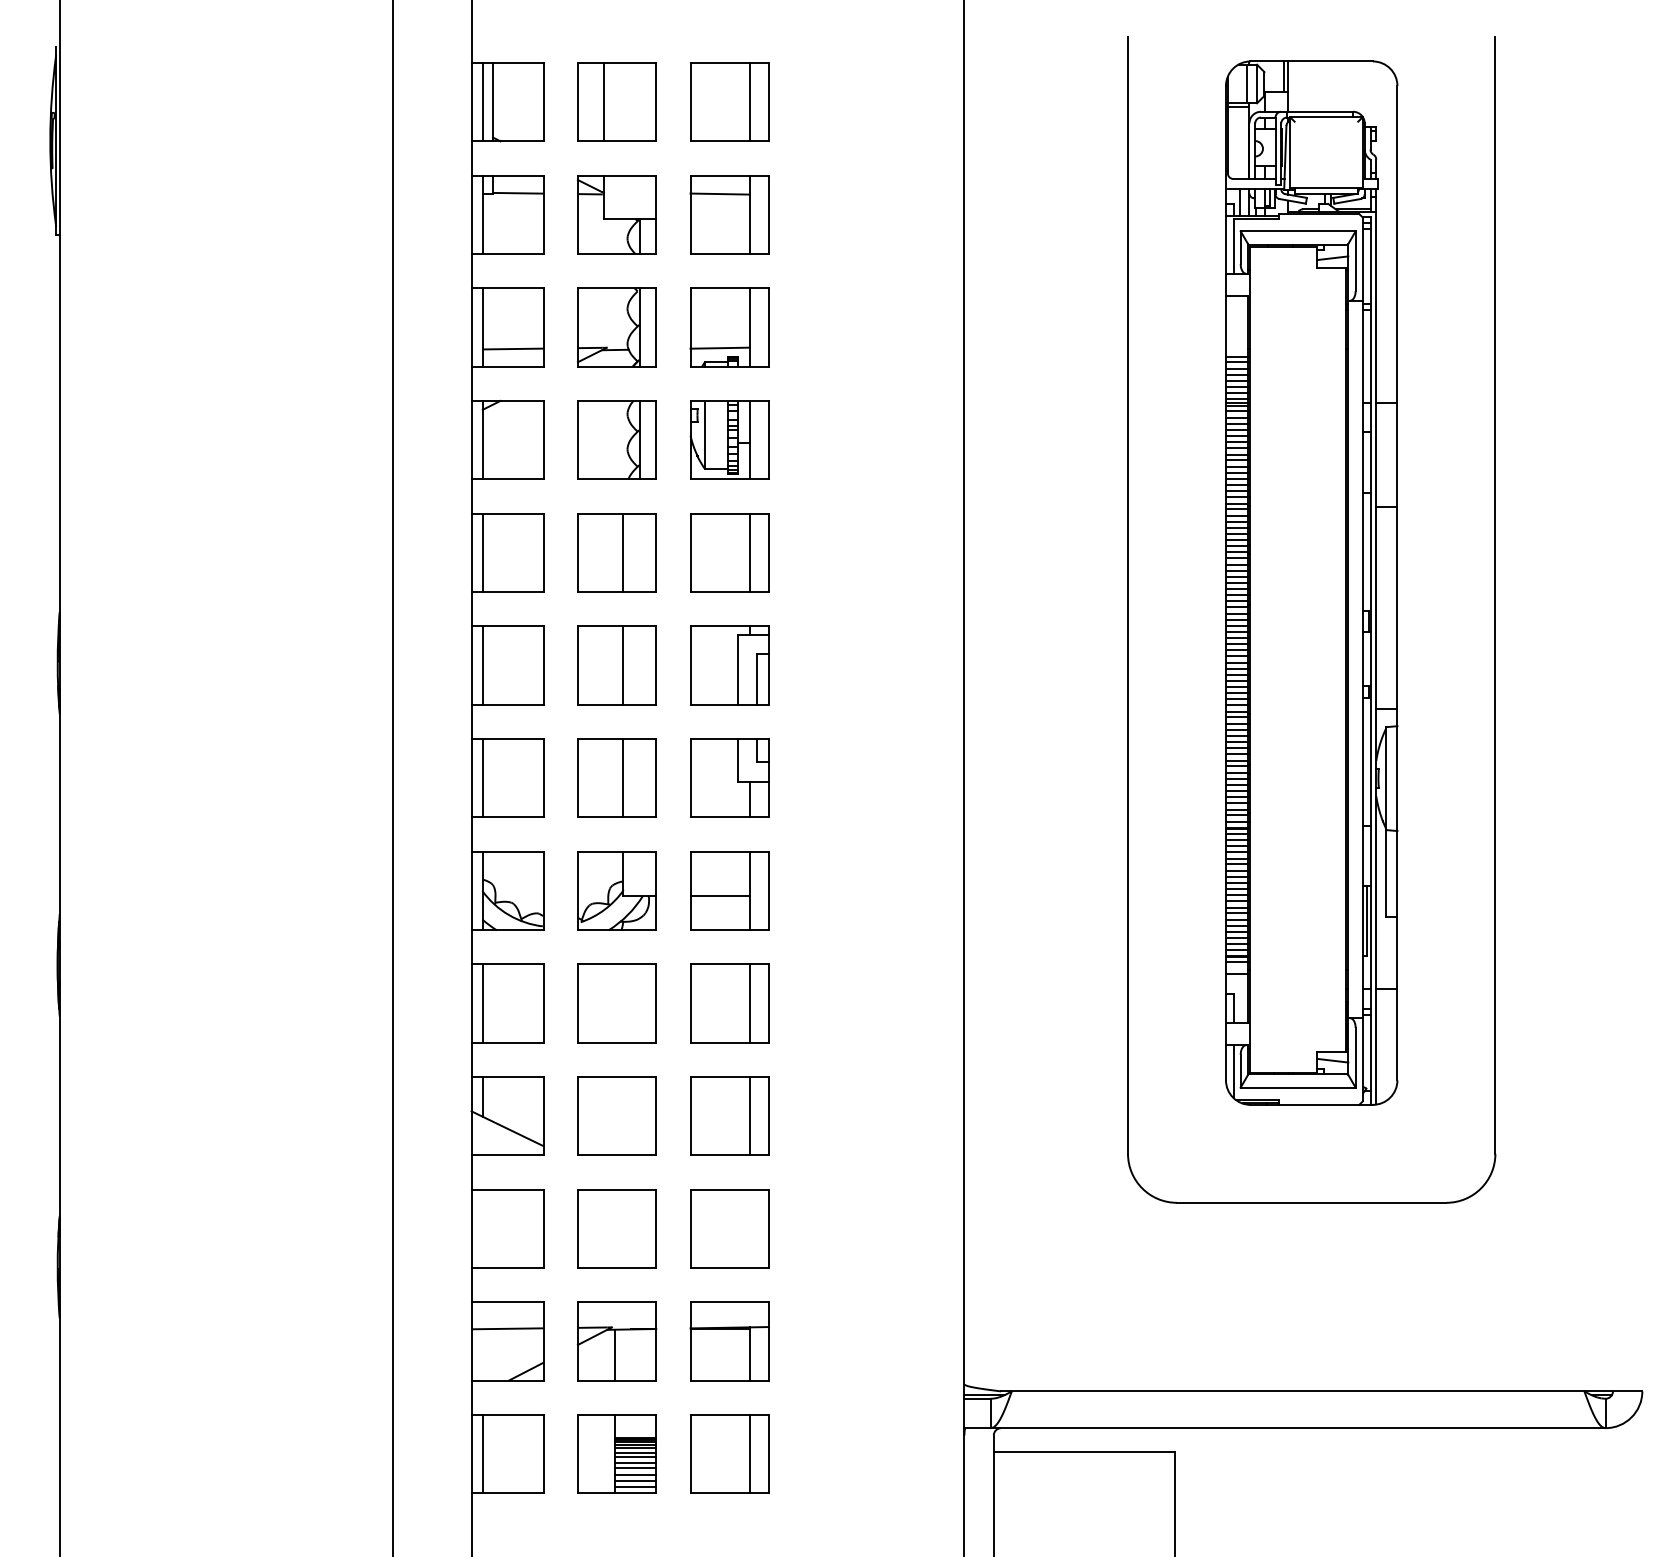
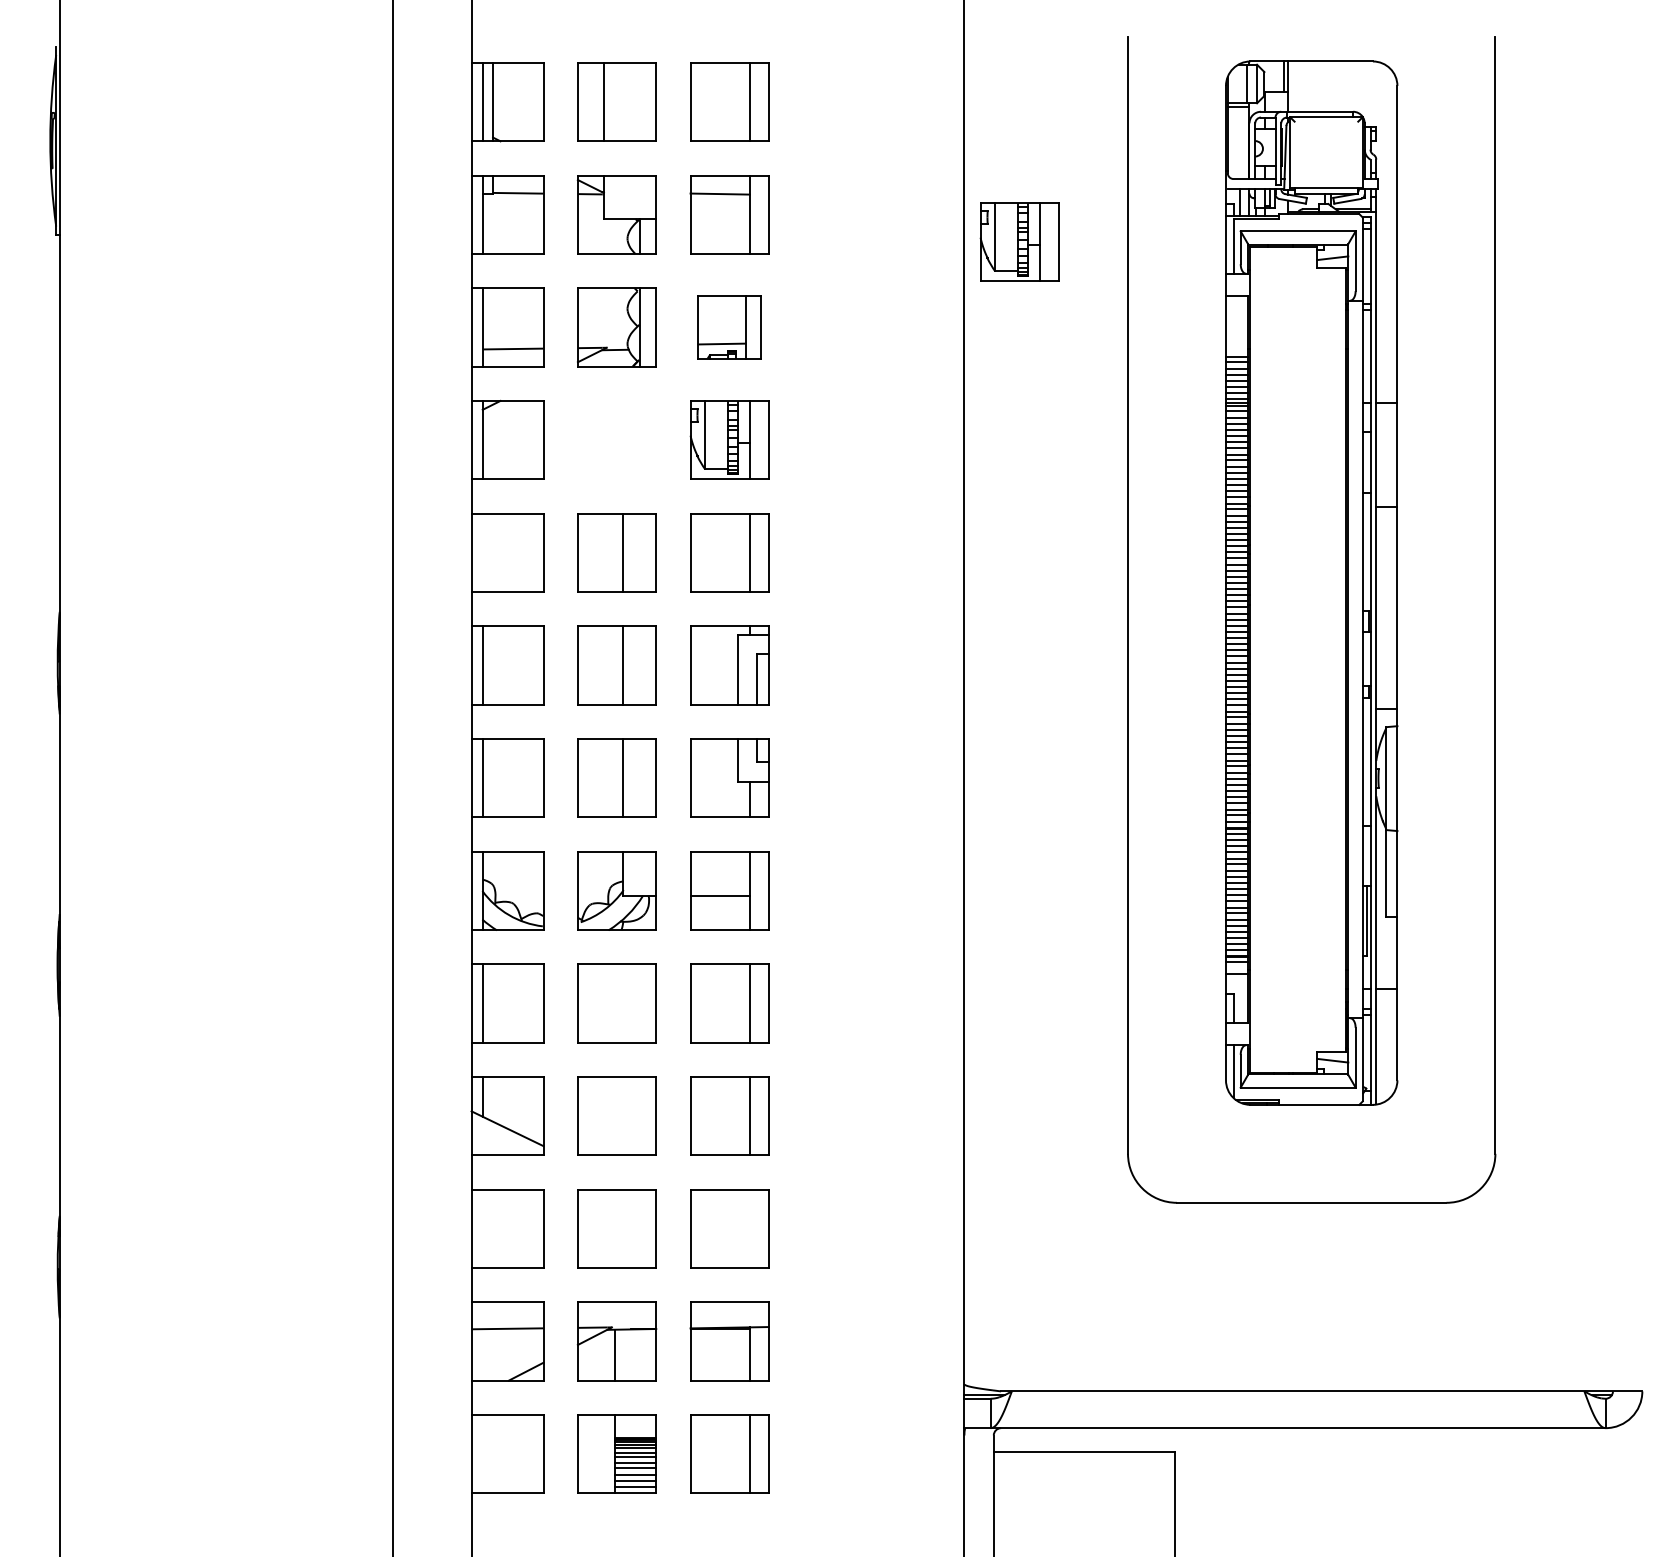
part at (1019, 241): none -> present
part at (729, 327) size: 81x81 px -> 65x65 px
part at (616, 439): present -> none
line at (482, 552): present -> none
line at (482, 1453): present -> none
